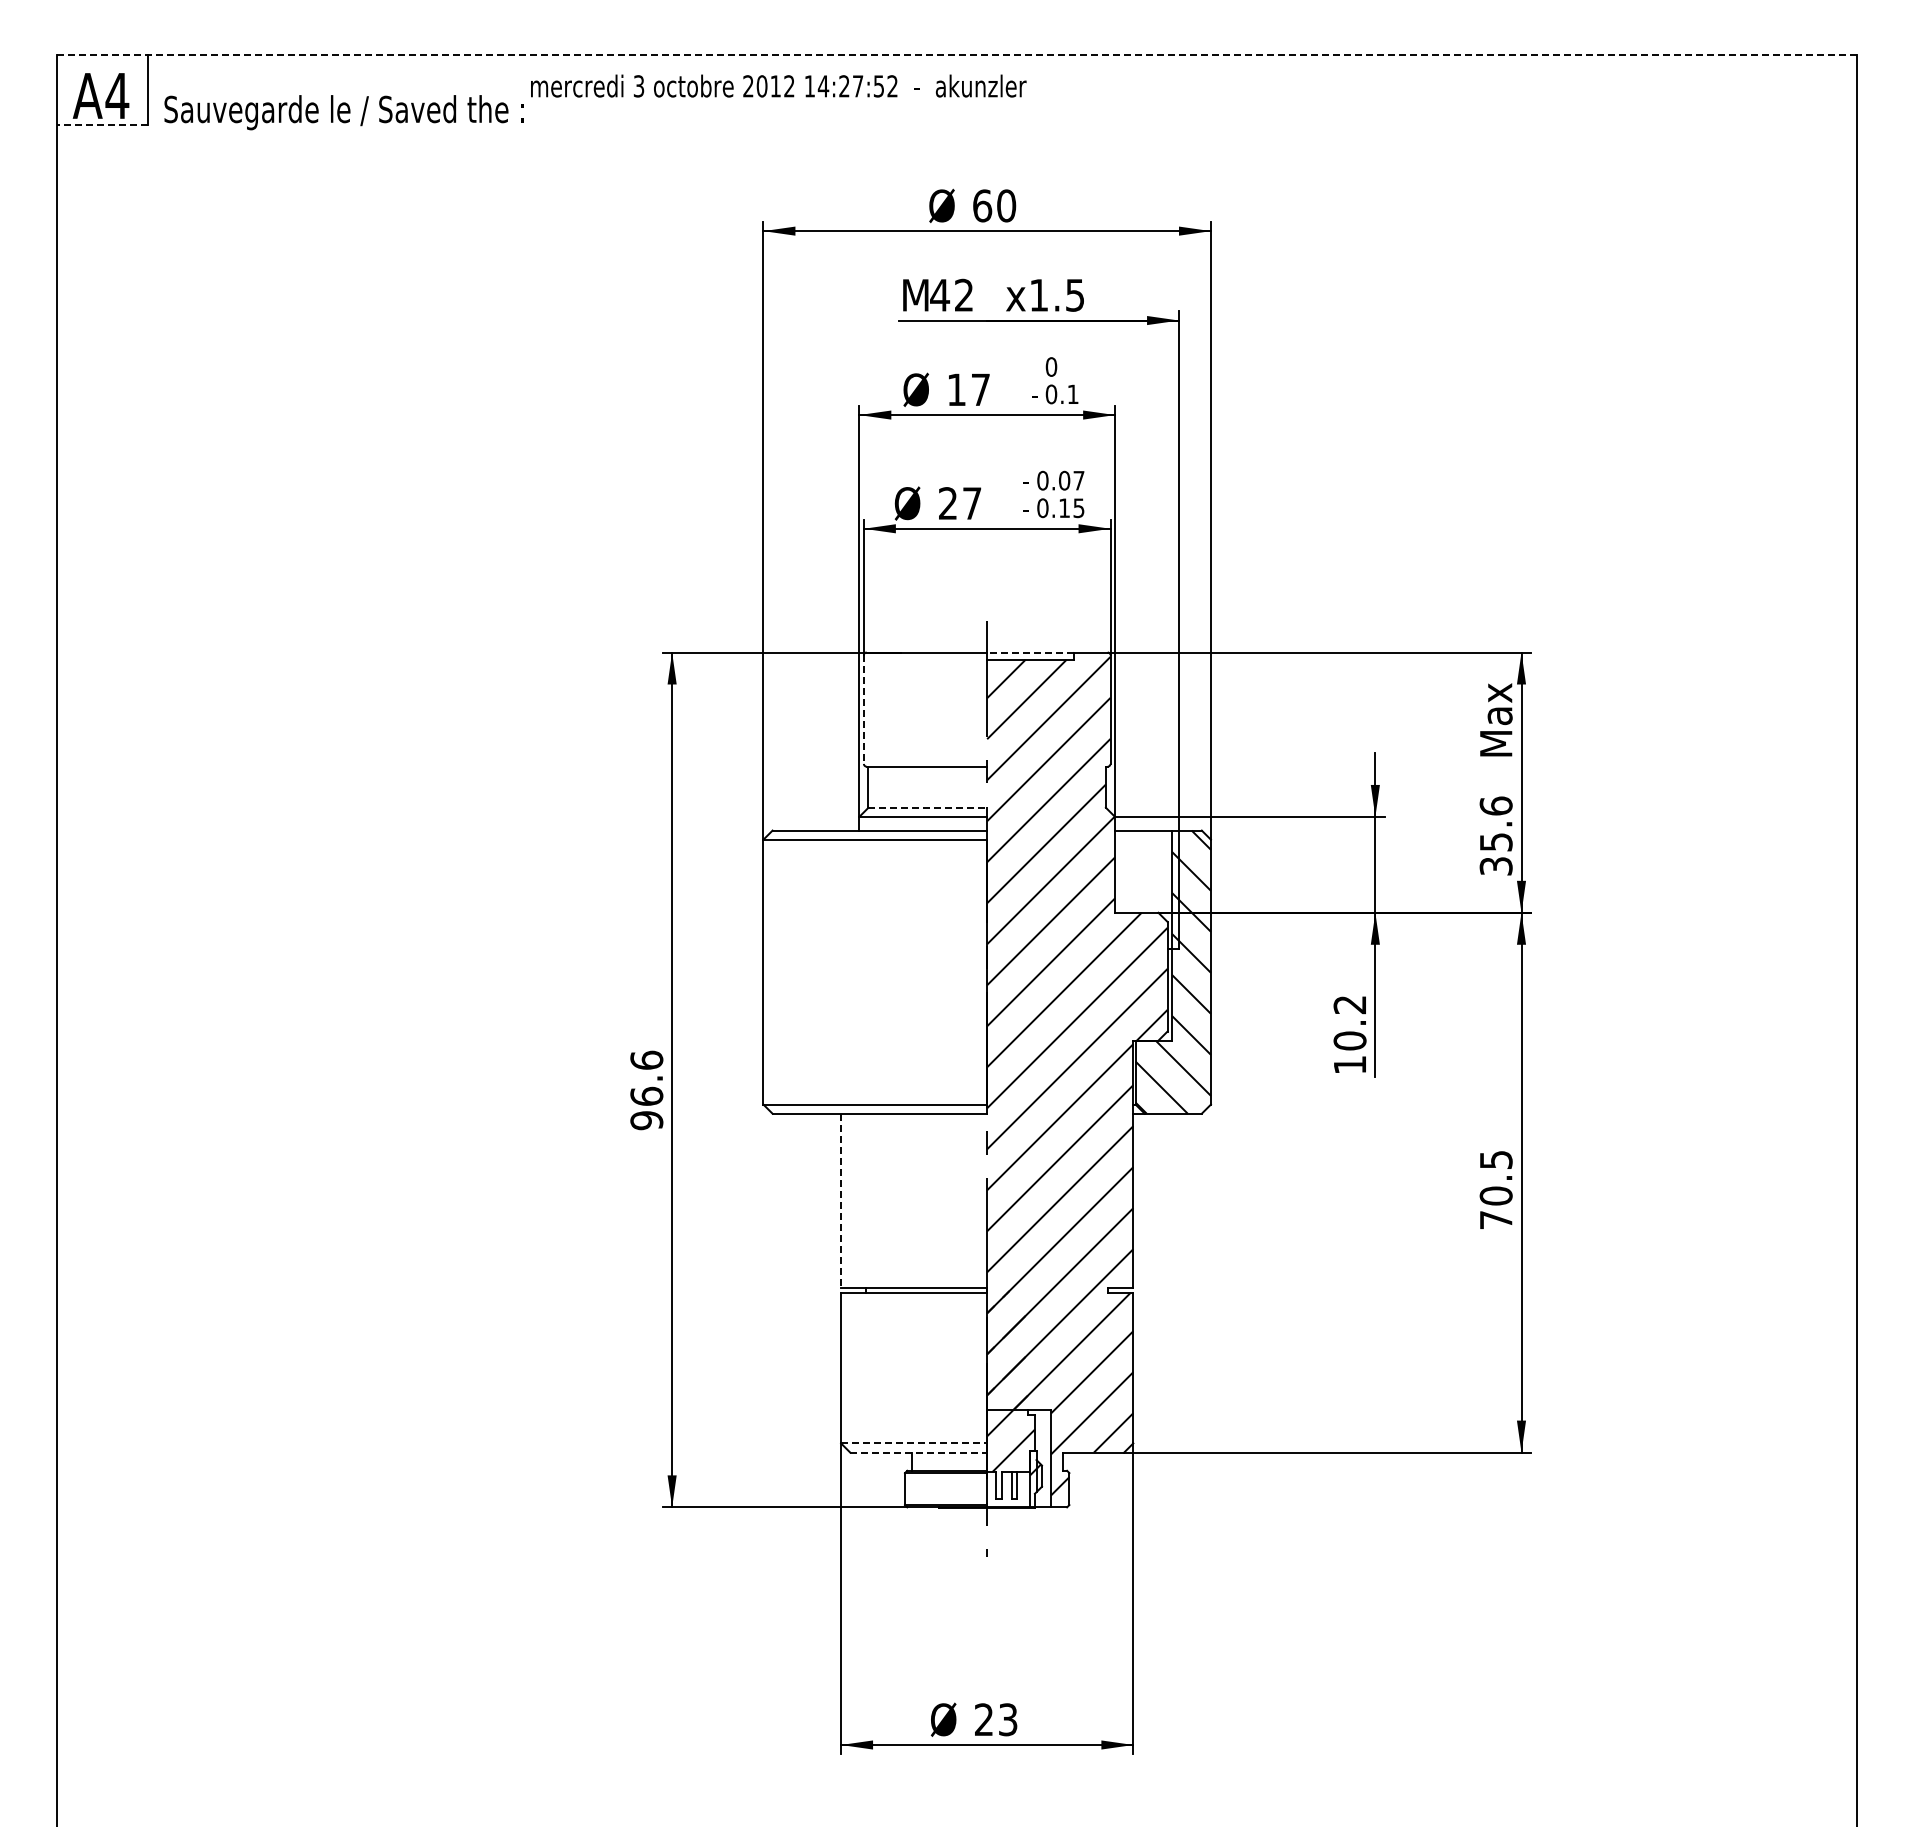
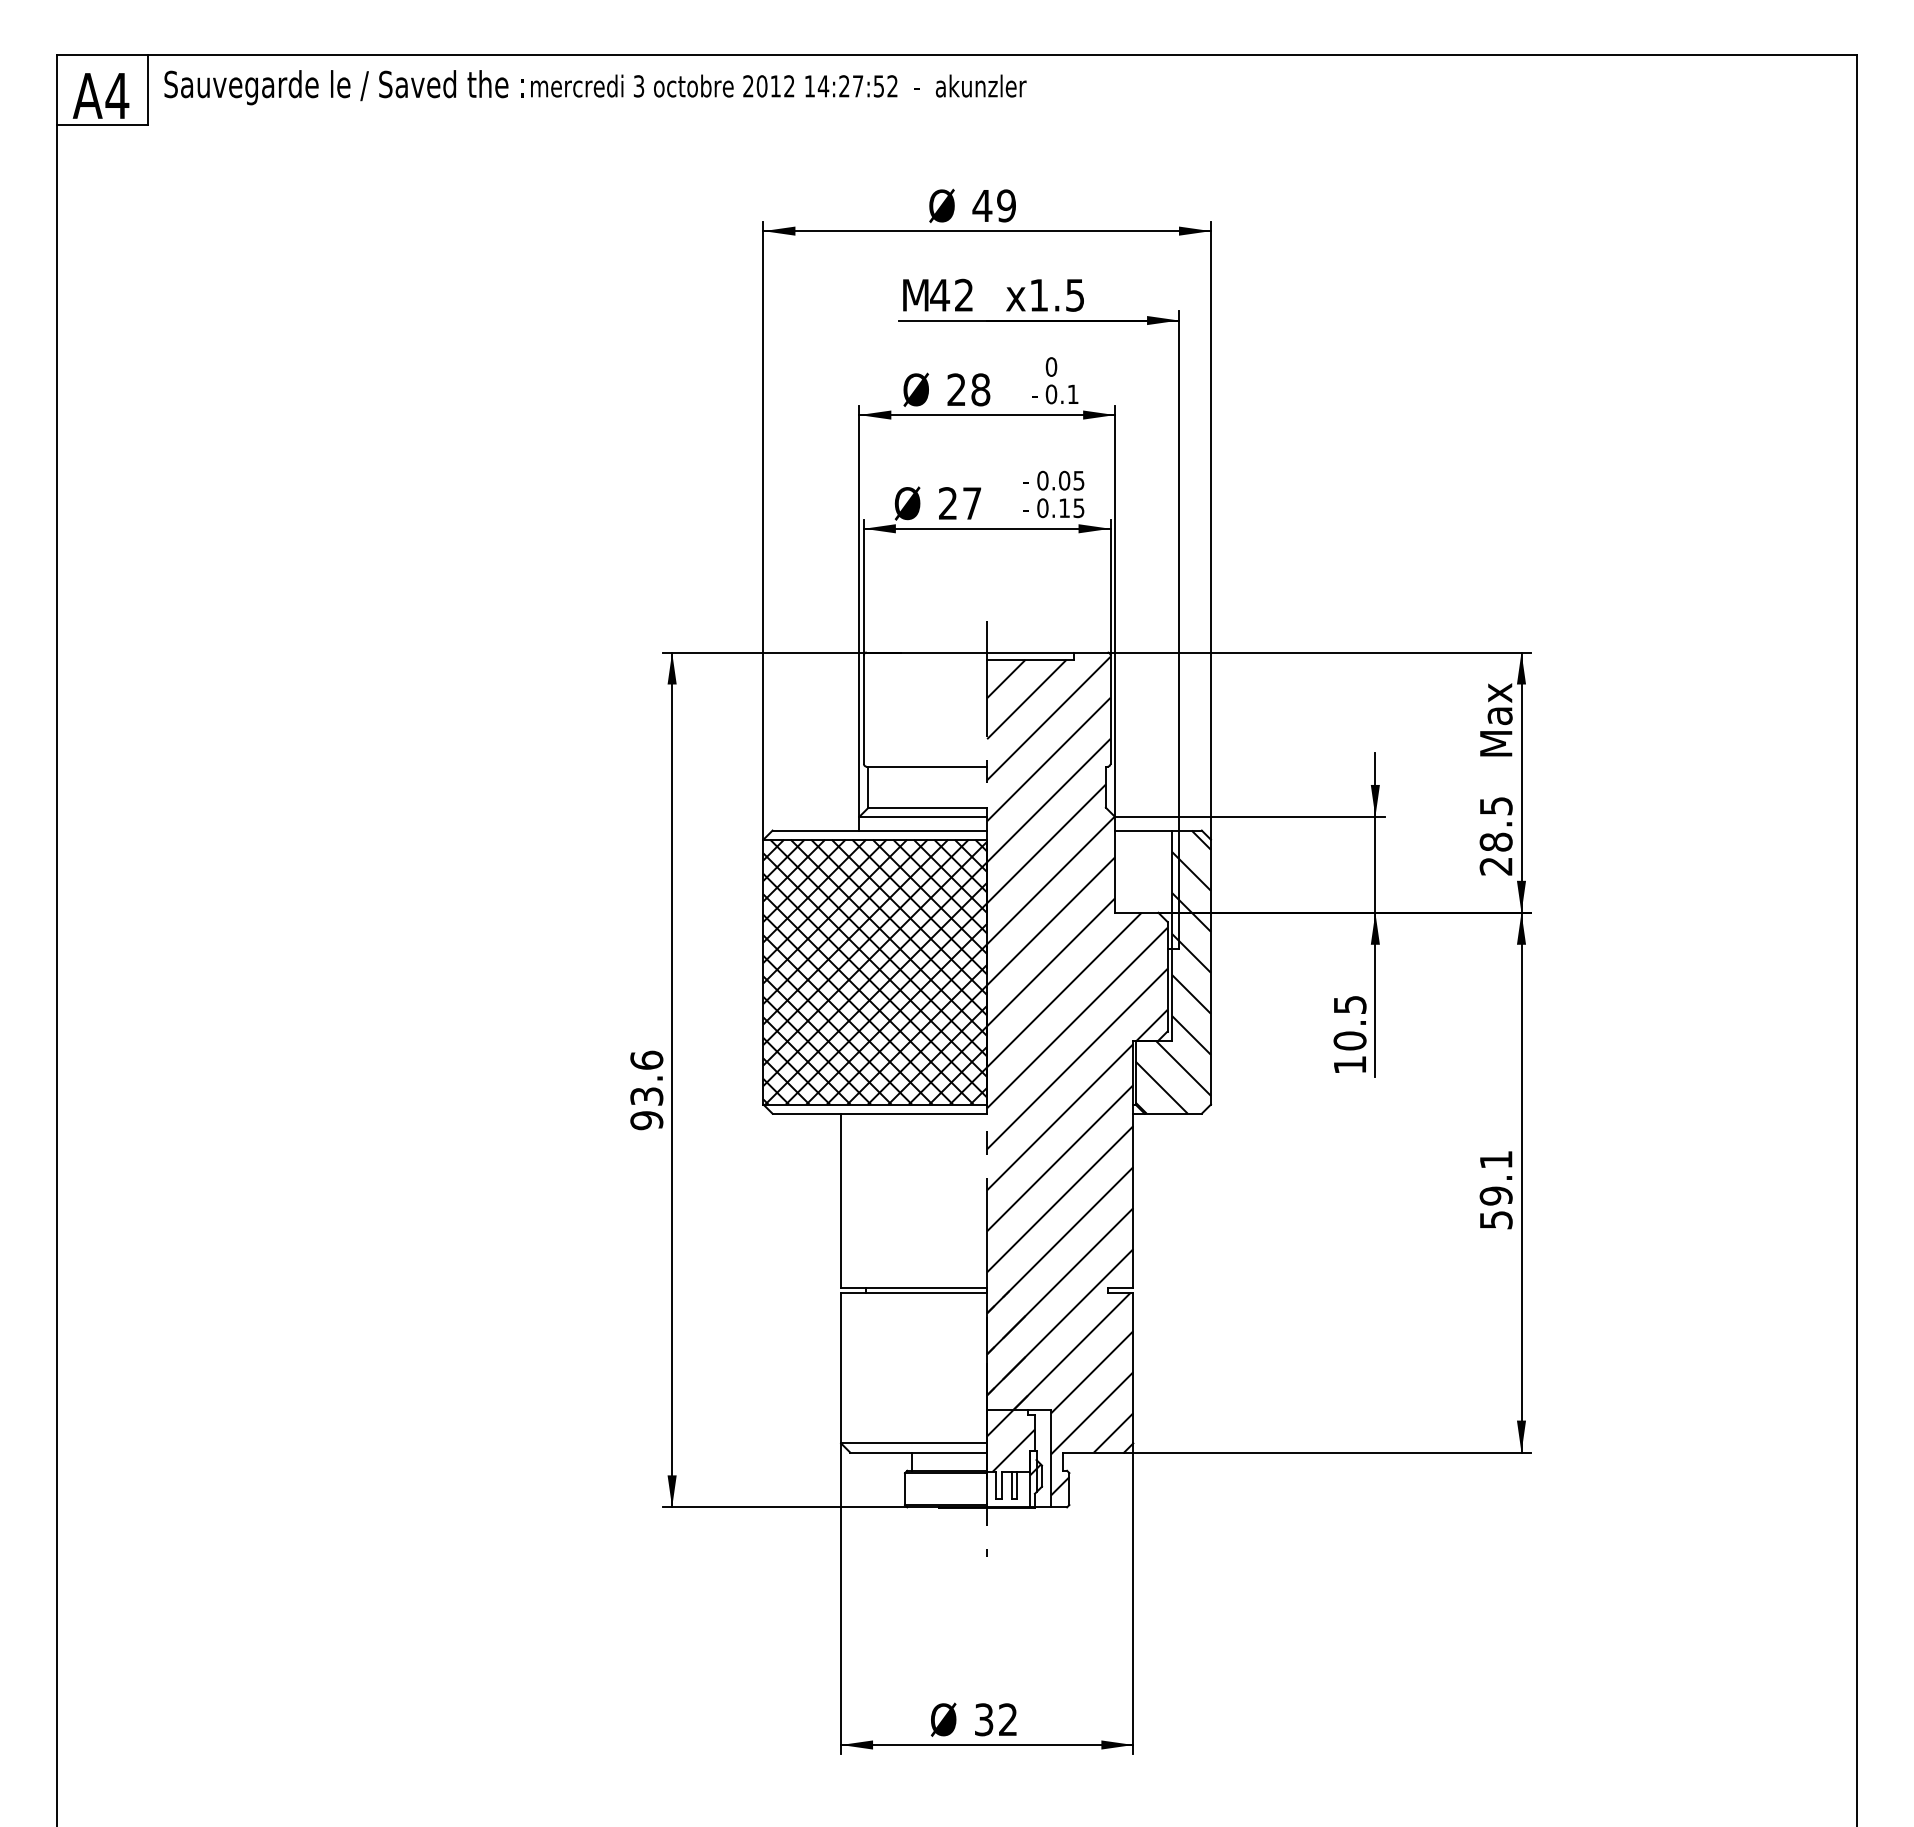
line at (957, 54): dashed -> solid
text at (343, 112) position: (343, 112) -> (343, 87)
line at (101, 124): dashed -> solid
text at (994, 205): 60 -> 49
text at (968, 389): 17 -> 28
text at (1078, 480): 0.07 -> 0.05
line at (1029, 652): dashed -> solid
line at (863, 710): dashed -> solid
line at (928, 807): dashed -> solid
text at (1495, 835): 35.6 -> 28.5
hatch at (875, 971): none -> present
text at (1349, 1005): 10.2 -> 10.5
text at (646, 1095): 96.6 -> 93.6
text at (1495, 1190): 70.5 -> 59.1
line at (841, 1201): dashed -> solid
line at (914, 1443): dashed -> solid
line at (919, 1452): dashed -> solid
text at (996, 1719): 23 -> 32
